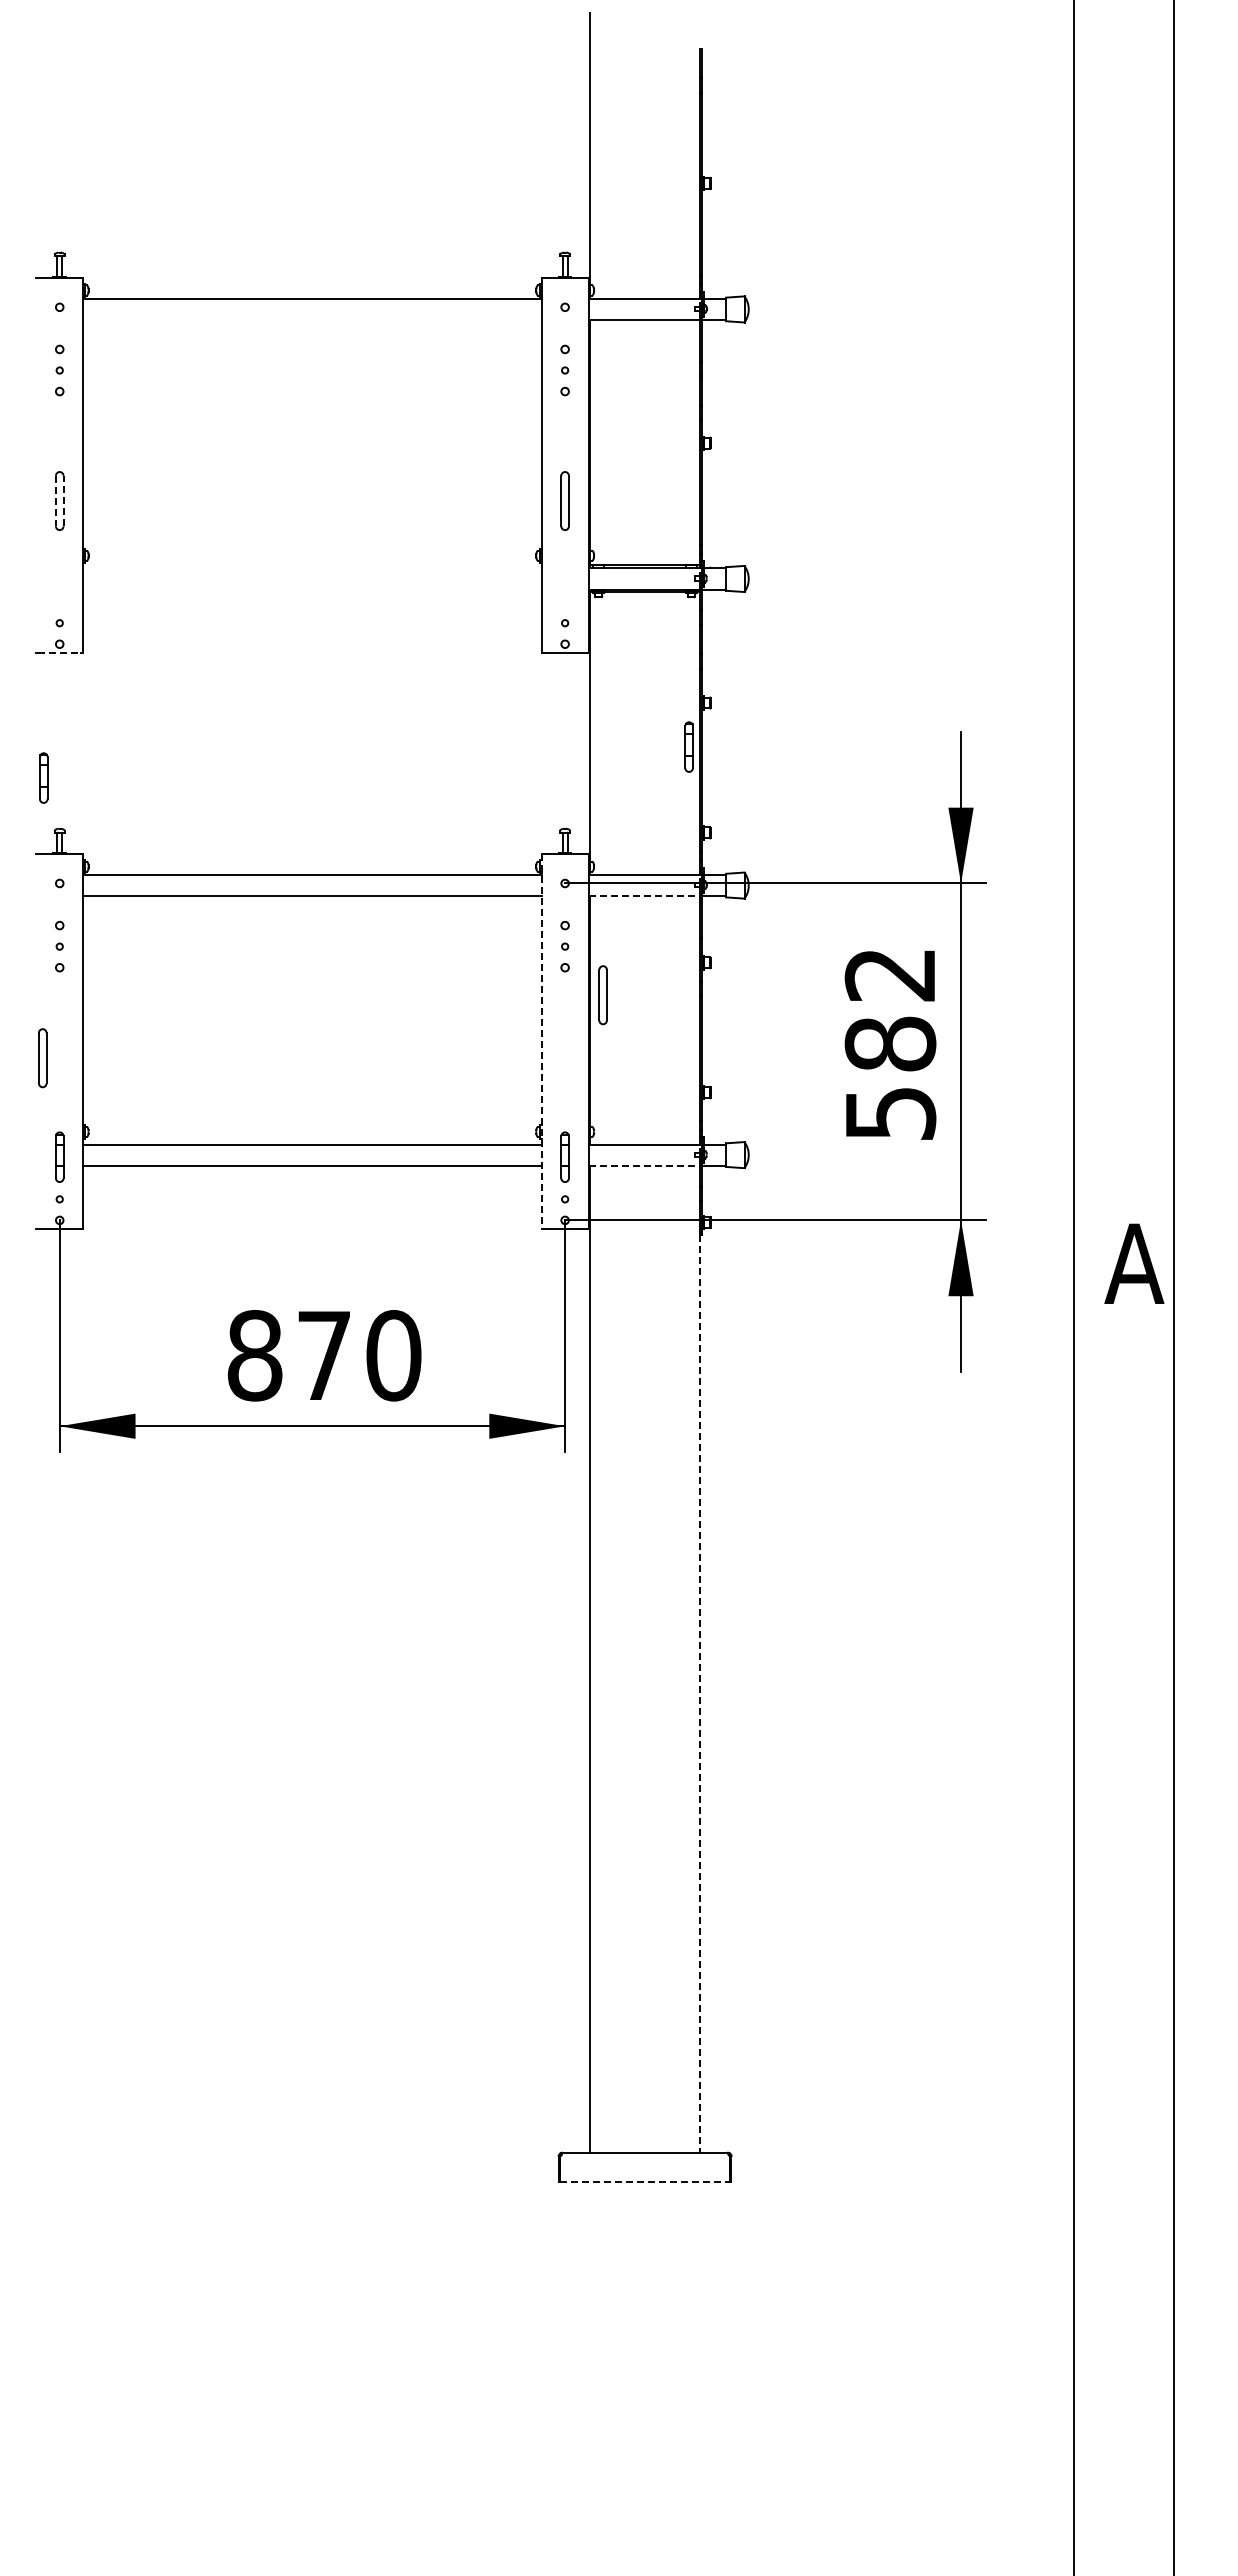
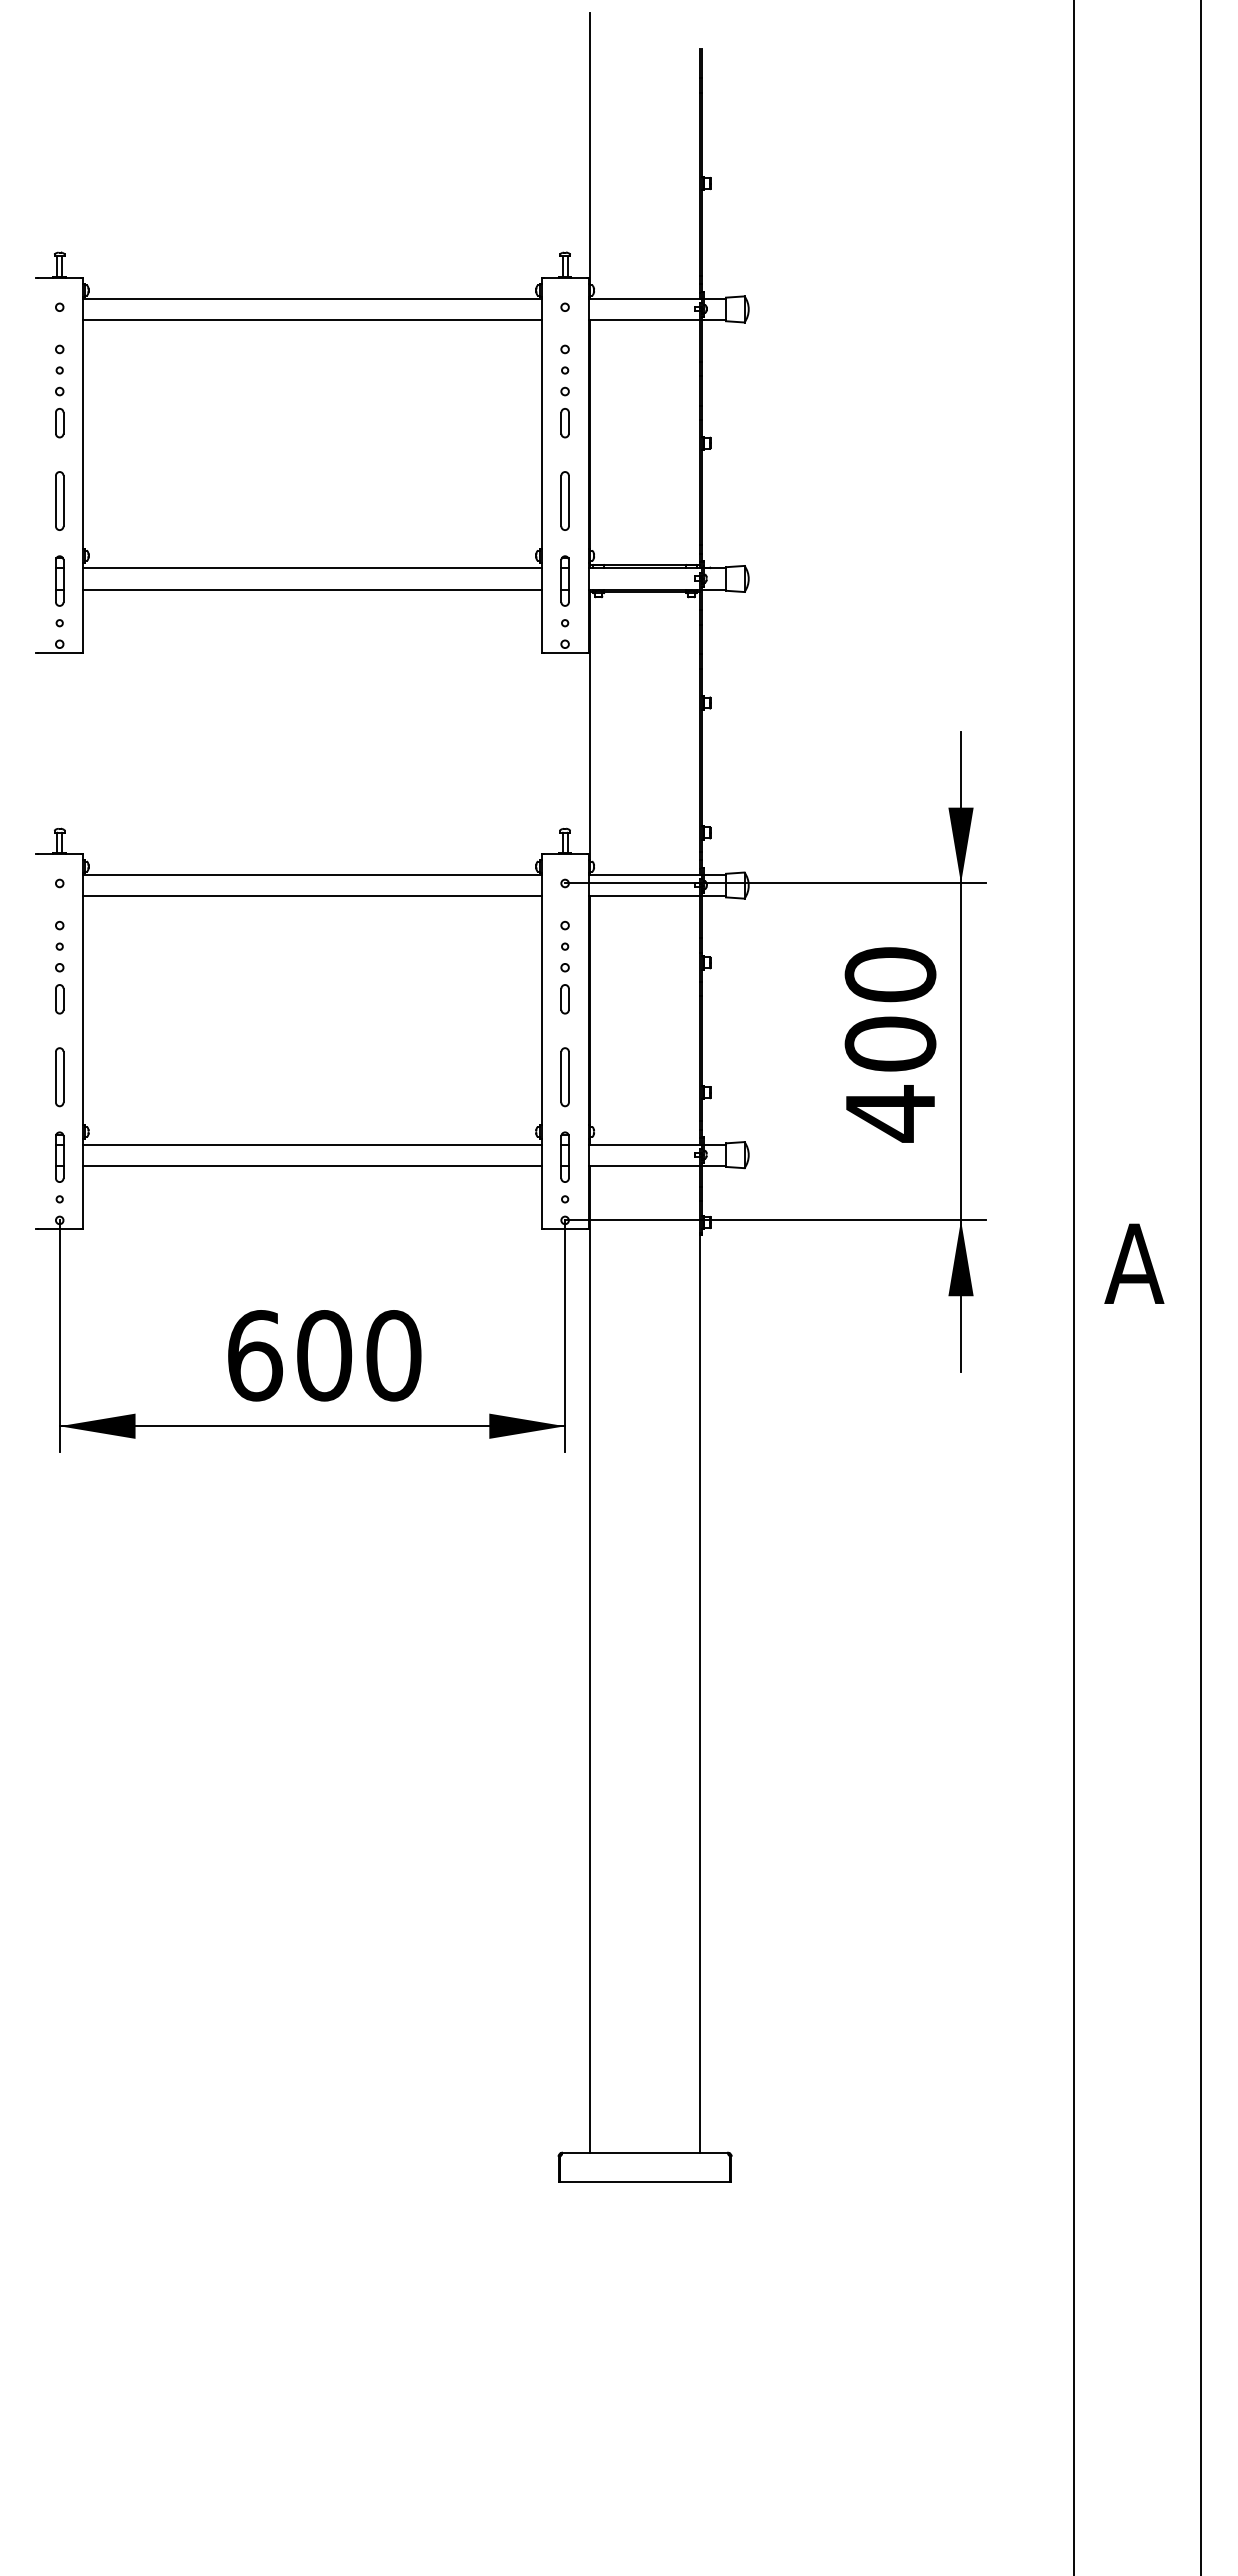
line at (312, 319): none -> present
part at (59, 423): none -> present
part at (564, 423): none -> present
line at (63, 500): dashed -> solid
line at (55, 501): dashed -> solid
line at (312, 568): none -> present
line at (312, 589): none -> present
line at (60, 652): dashed -> solid
part at (688, 746) position: (688, 746) -> (564, 580)
part at (43, 777) position: (43, 777) -> (59, 580)
line at (644, 896): dashed -> solid
part at (602, 995) position: (602, 995) -> (564, 1077)
part at (59, 999): none -> present
part at (564, 999): none -> present
line at (541, 1041): dashed -> solid
text at (890, 1044): 582 -> 400
part at (42, 1058) position: (42, 1058) -> (59, 1077)
line at (644, 1165): dashed -> solid
line at (1173, 1287) position: (1173, 1287) -> (1200, 1287)
text at (289, 1355): 870 -> 600
line at (699, 1694): dashed -> solid
line at (645, 2182): dashed -> solid
